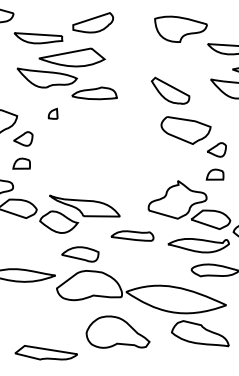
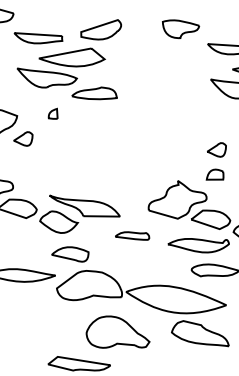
part at (92, 22) position: (92, 22) -> (100, 29)
part at (180, 28) size: 54x28 px -> 39x20 px
part at (170, 90): present -> none
part at (185, 130): present -> none
part at (21, 163): present -> none
part at (132, 235) size: 45x12 px -> 36x10 px
part at (80, 254) position: (80, 254) -> (70, 254)
part at (45, 352) position: (45, 352) -> (78, 363)
